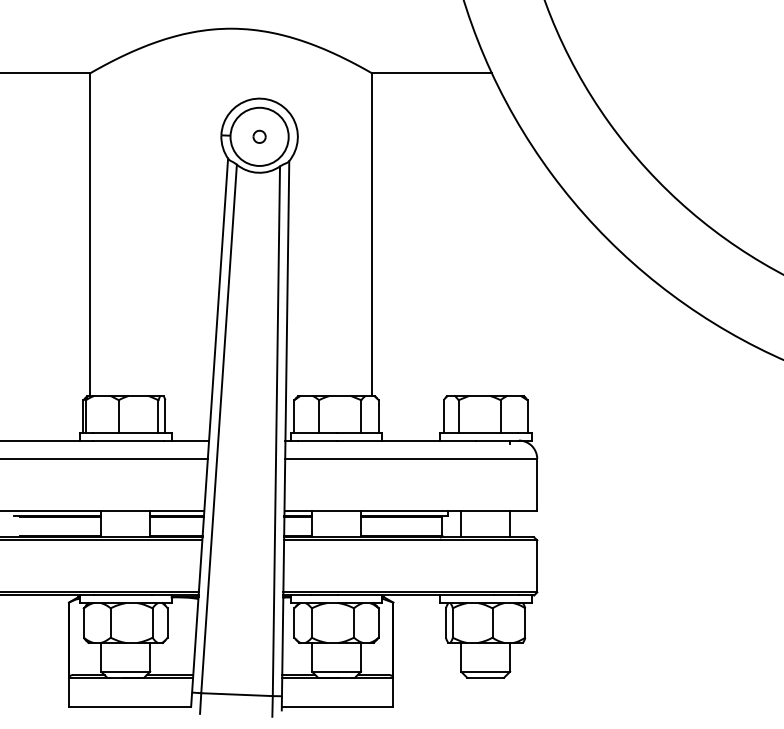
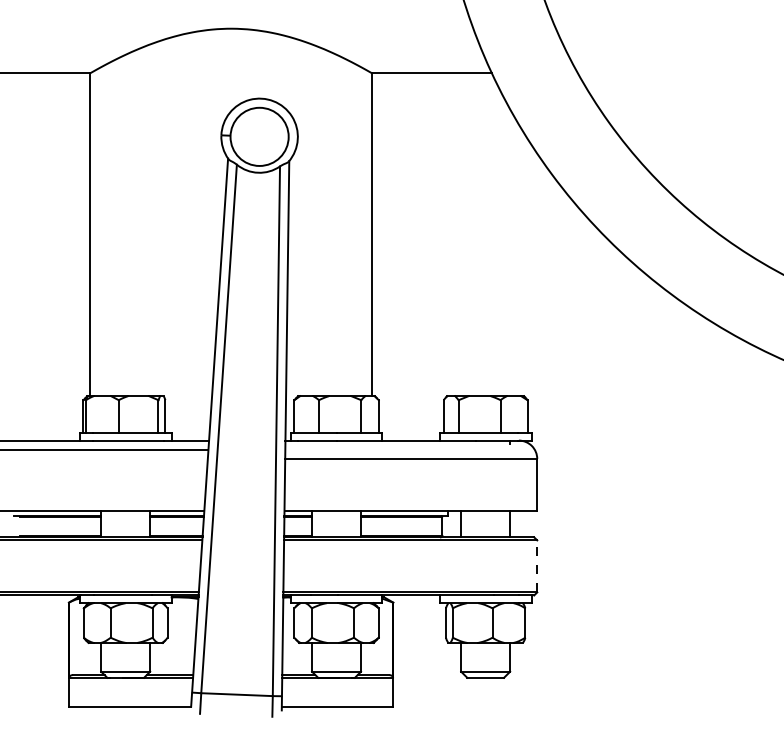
part at (259, 136): present -> none
line at (104, 458) position: (104, 458) -> (104, 449)
line at (537, 565): solid -> dashed
